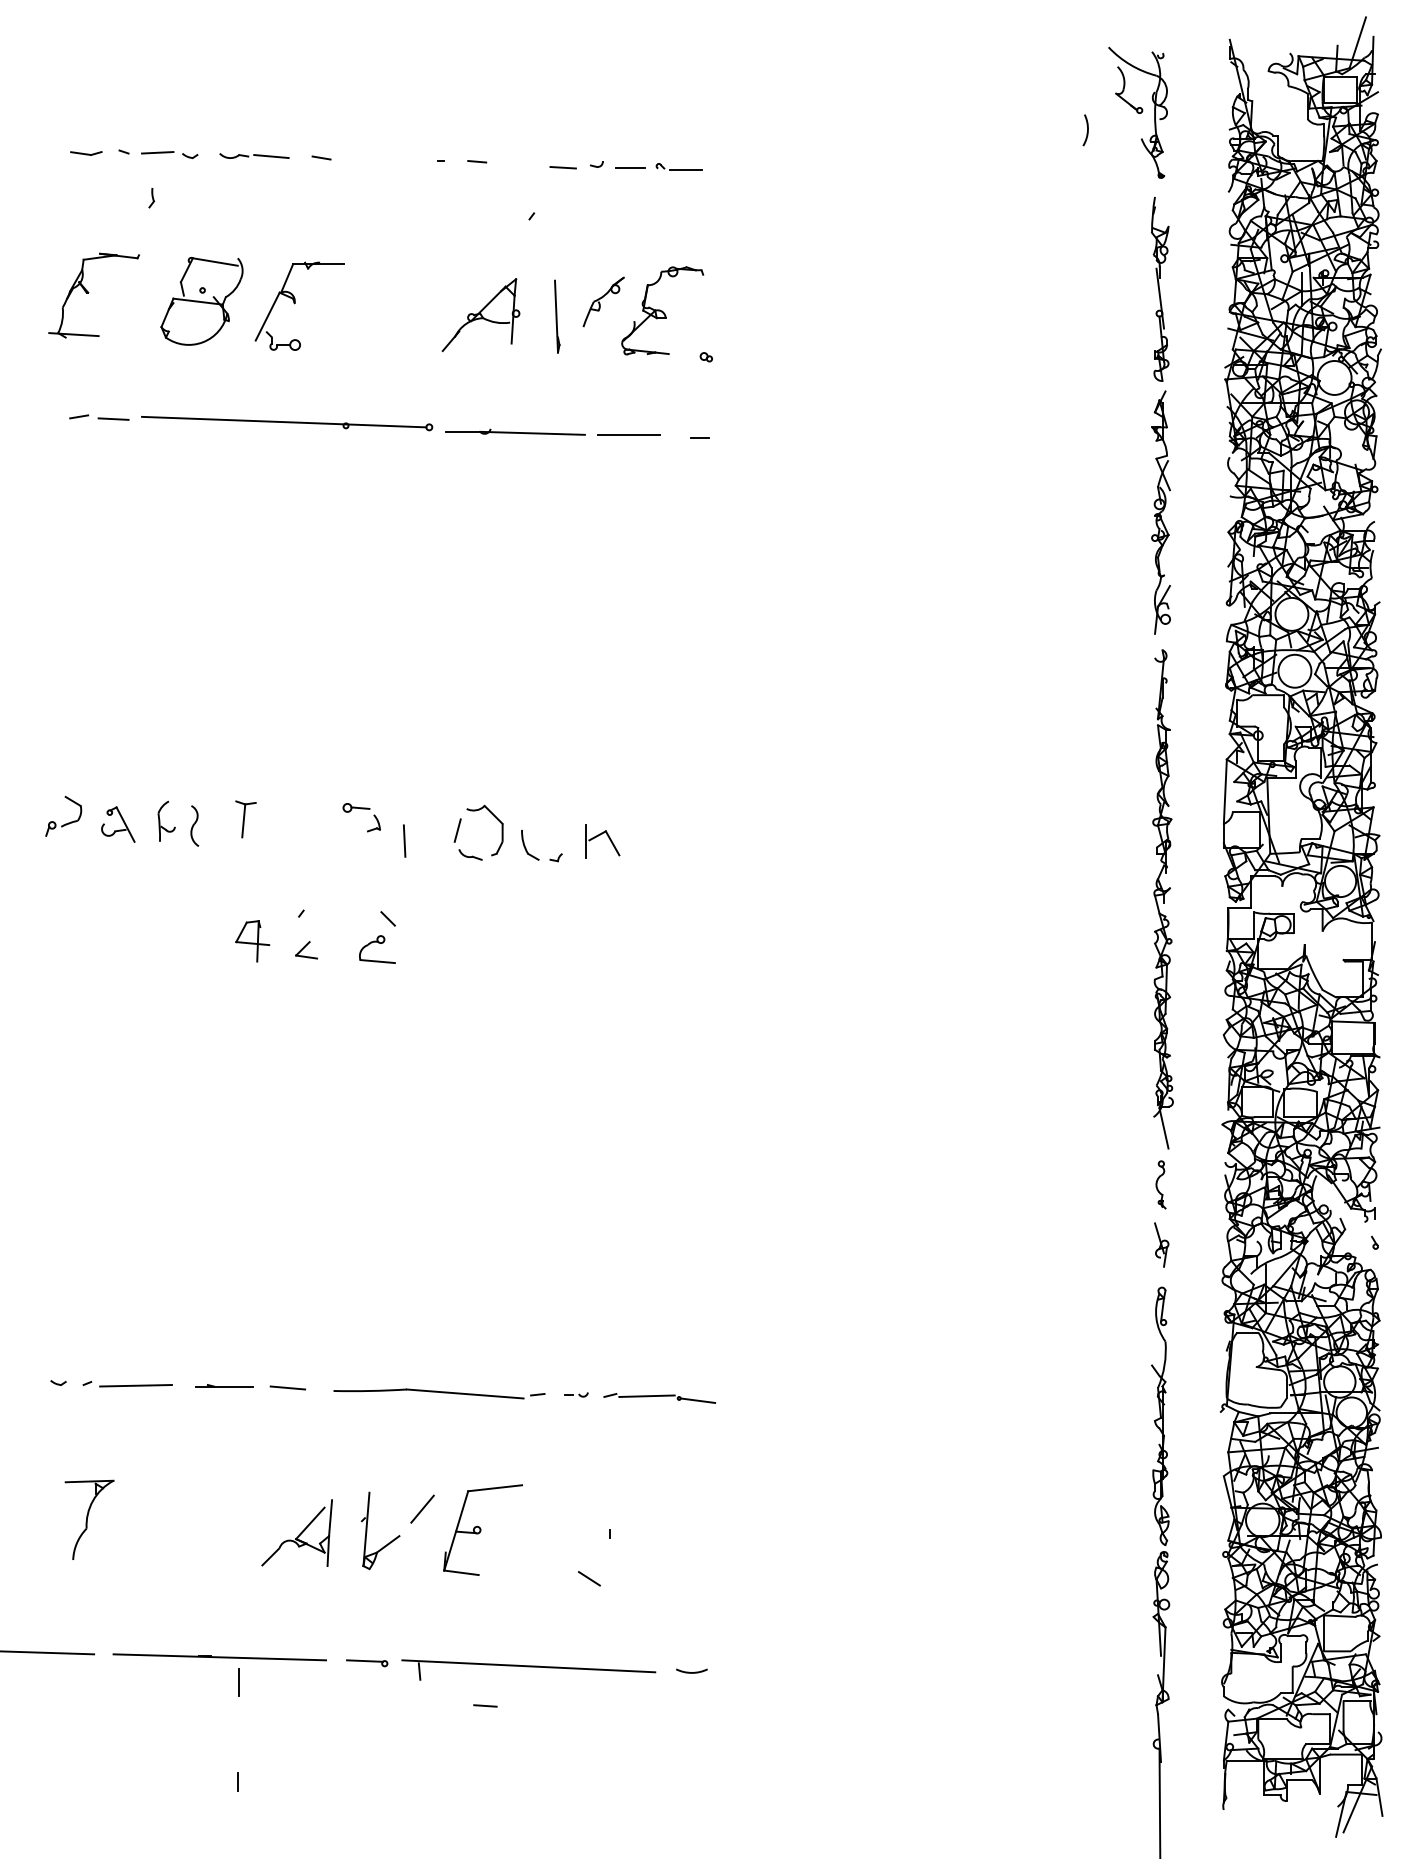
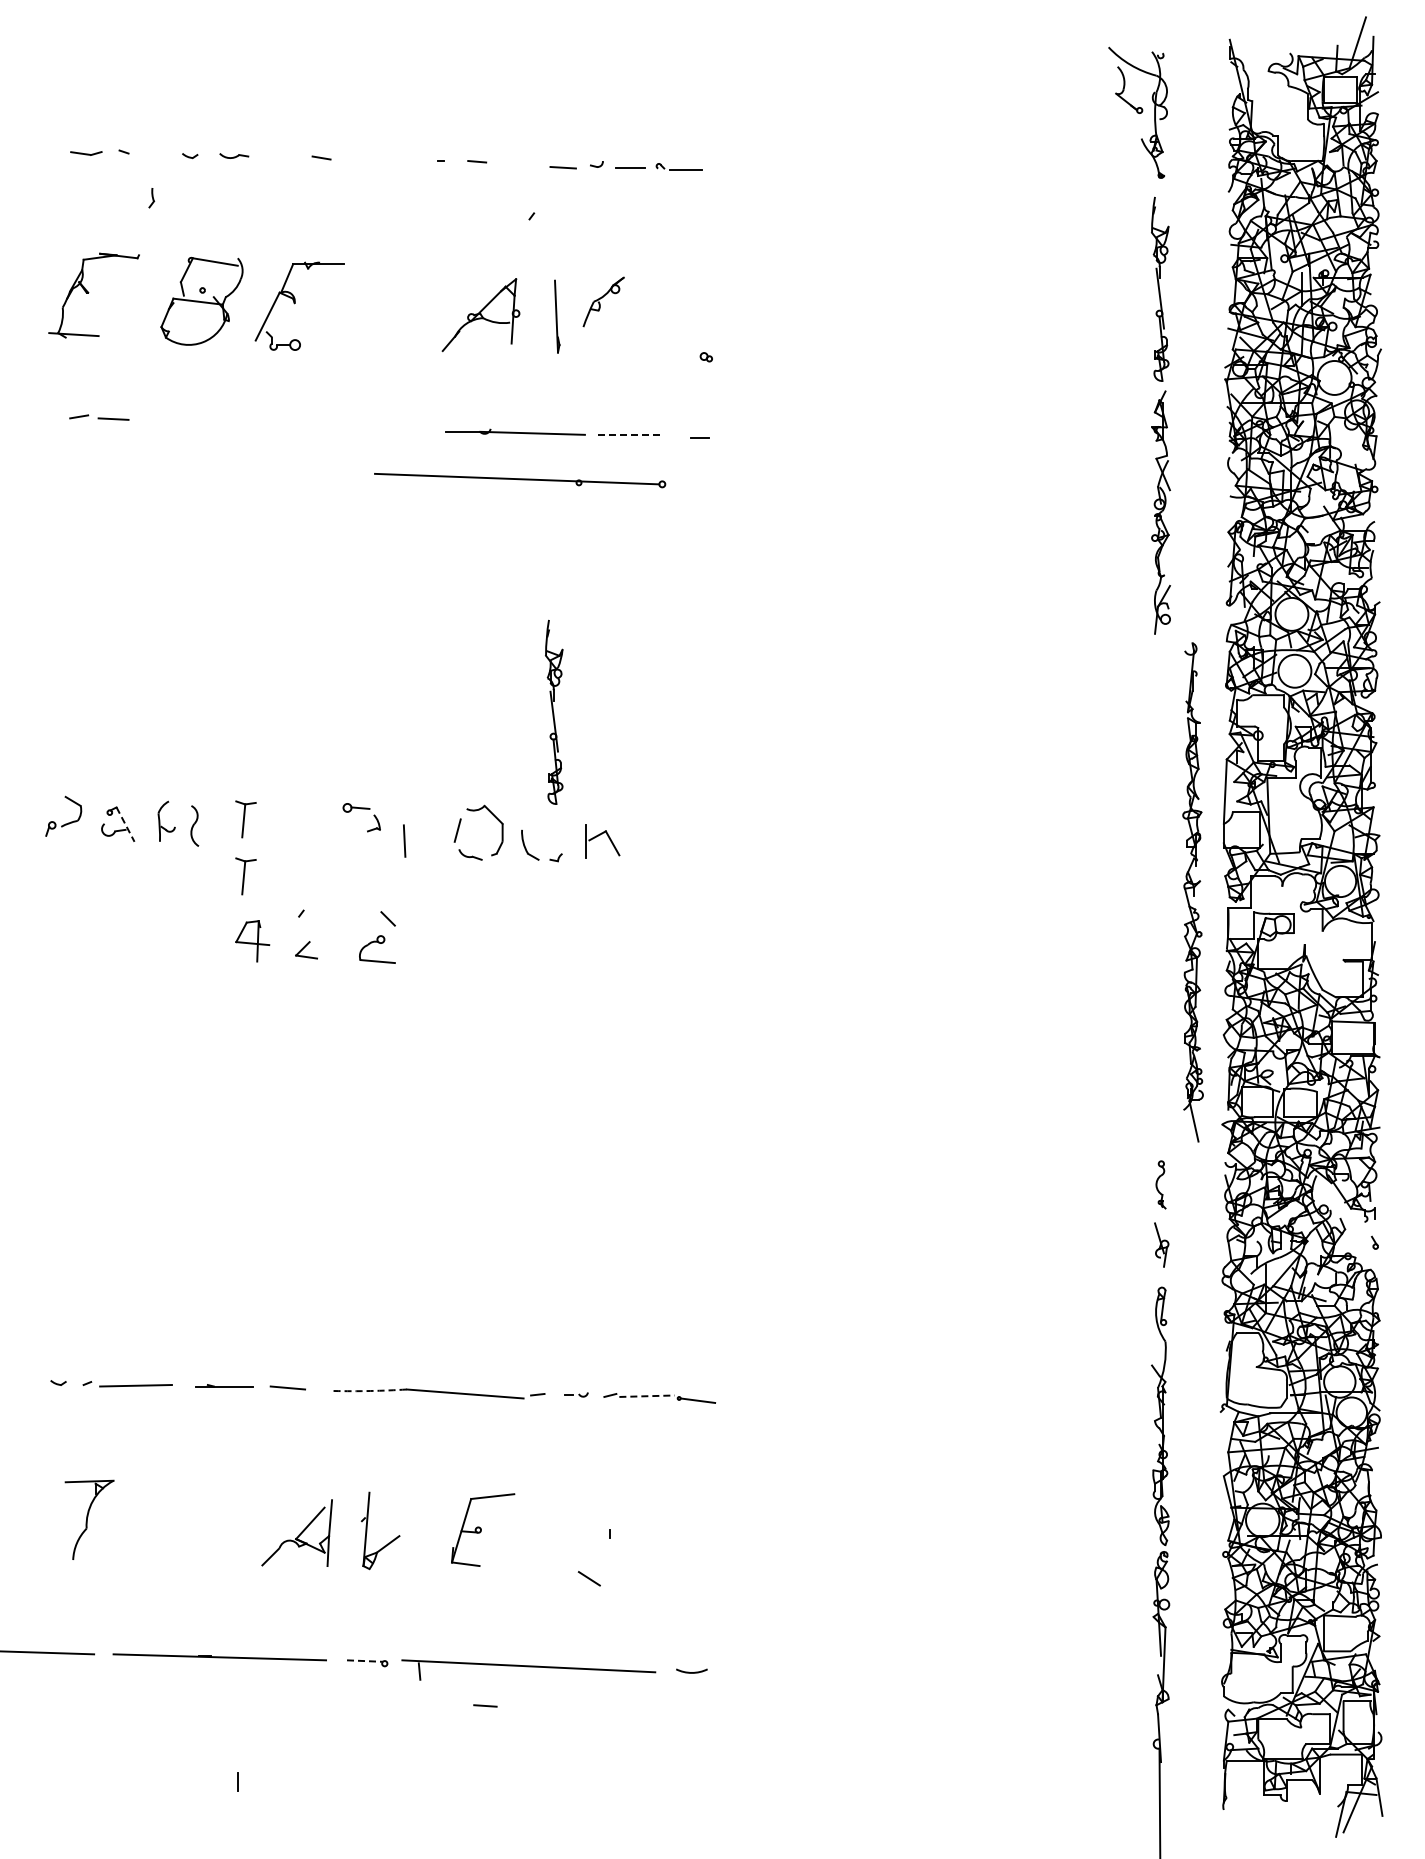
arc at (1087, 130): present -> none
line at (157, 152): present -> none
line at (271, 156): present -> none
part at (662, 310): present -> none
part at (287, 423) position: (287, 423) -> (520, 480)
line at (629, 434): solid -> dashed
part at (554, 711): none -> present
line at (125, 825): solid -> dashed
part at (245, 876): none -> present
part at (1162, 899) position: (1162, 899) -> (1192, 892)
arc at (370, 1391): solid -> dashed
line at (647, 1396): solid -> dashed
line at (422, 1508): present -> none
part at (482, 1529) size: 80x92 px -> 65x74 px
line at (364, 1661): solid -> dashed
line at (239, 1682): present -> none
